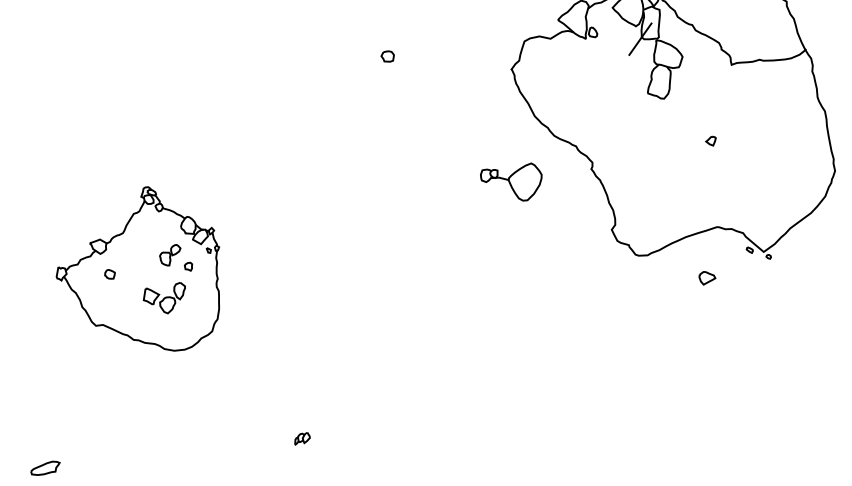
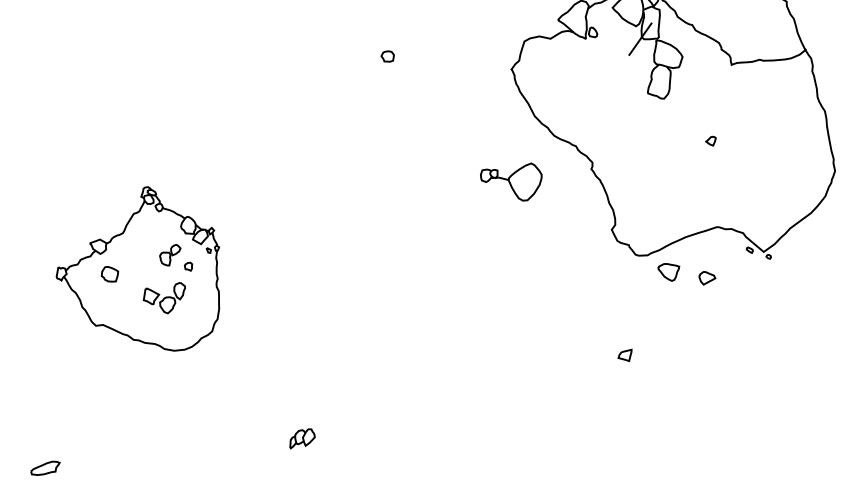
part at (668, 272): none -> present
part at (109, 274) size: 12x11 px -> 20x17 px
part at (624, 355): none -> present
part at (302, 438) size: 17x14 px -> 27x22 px
